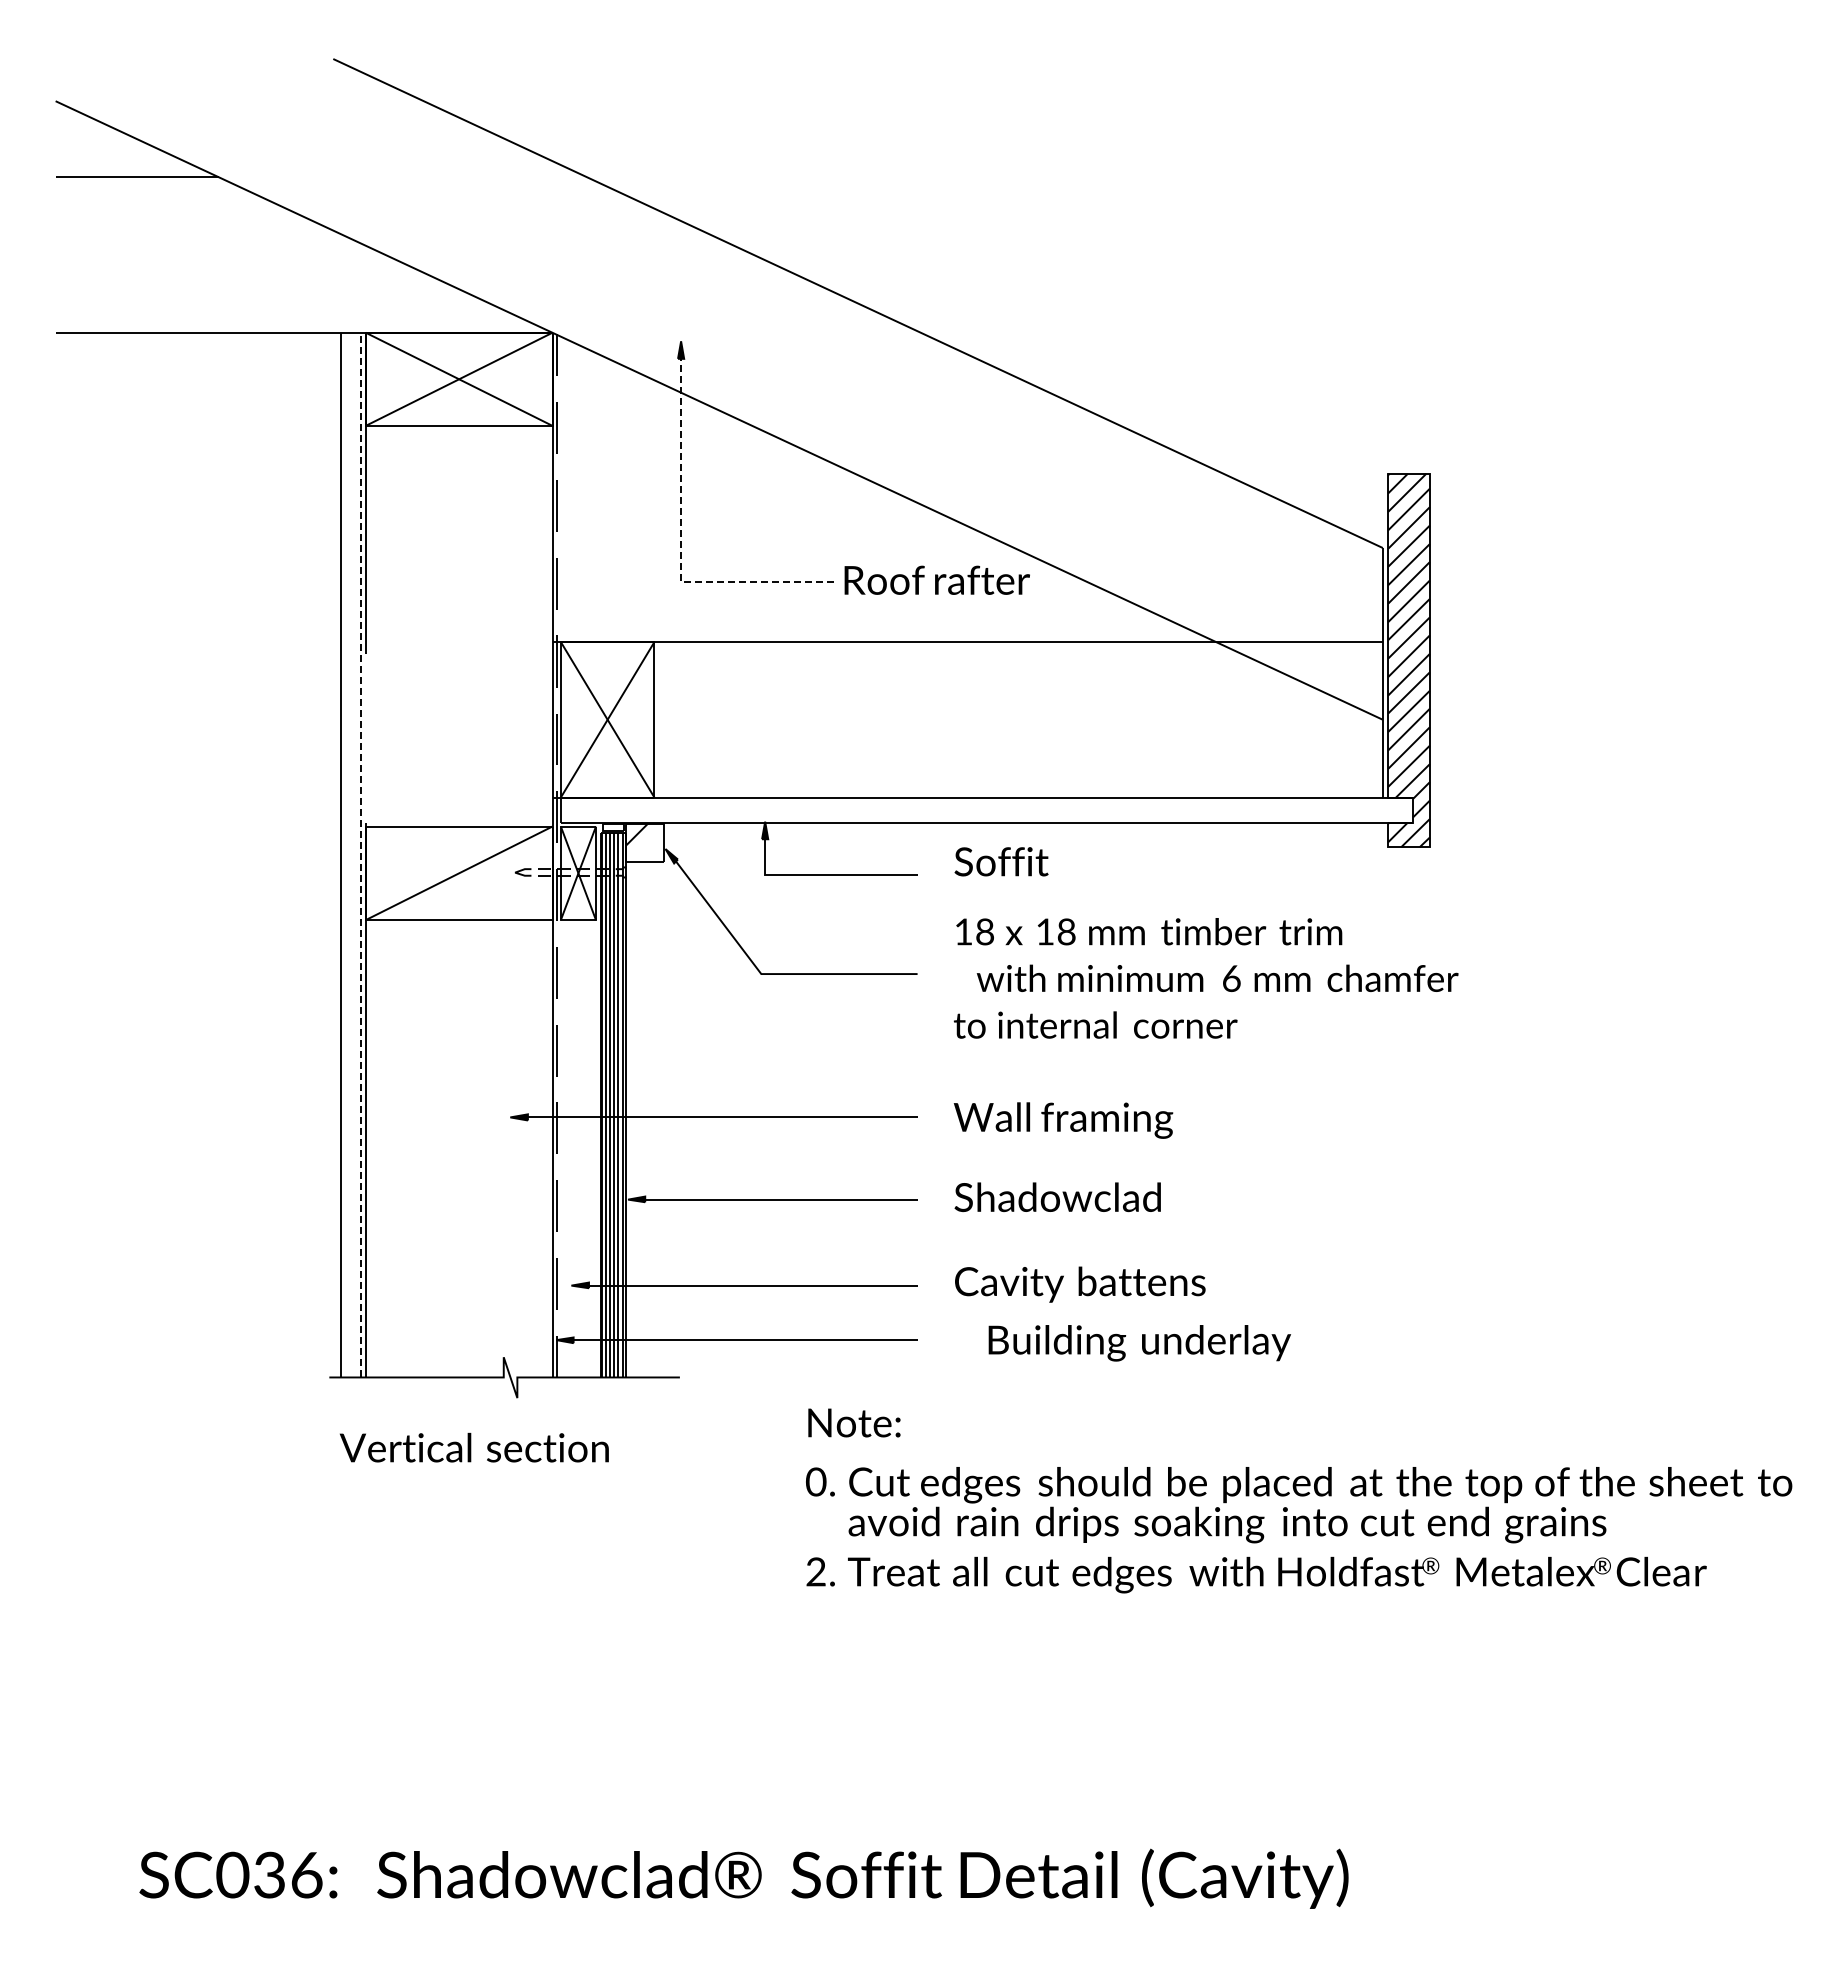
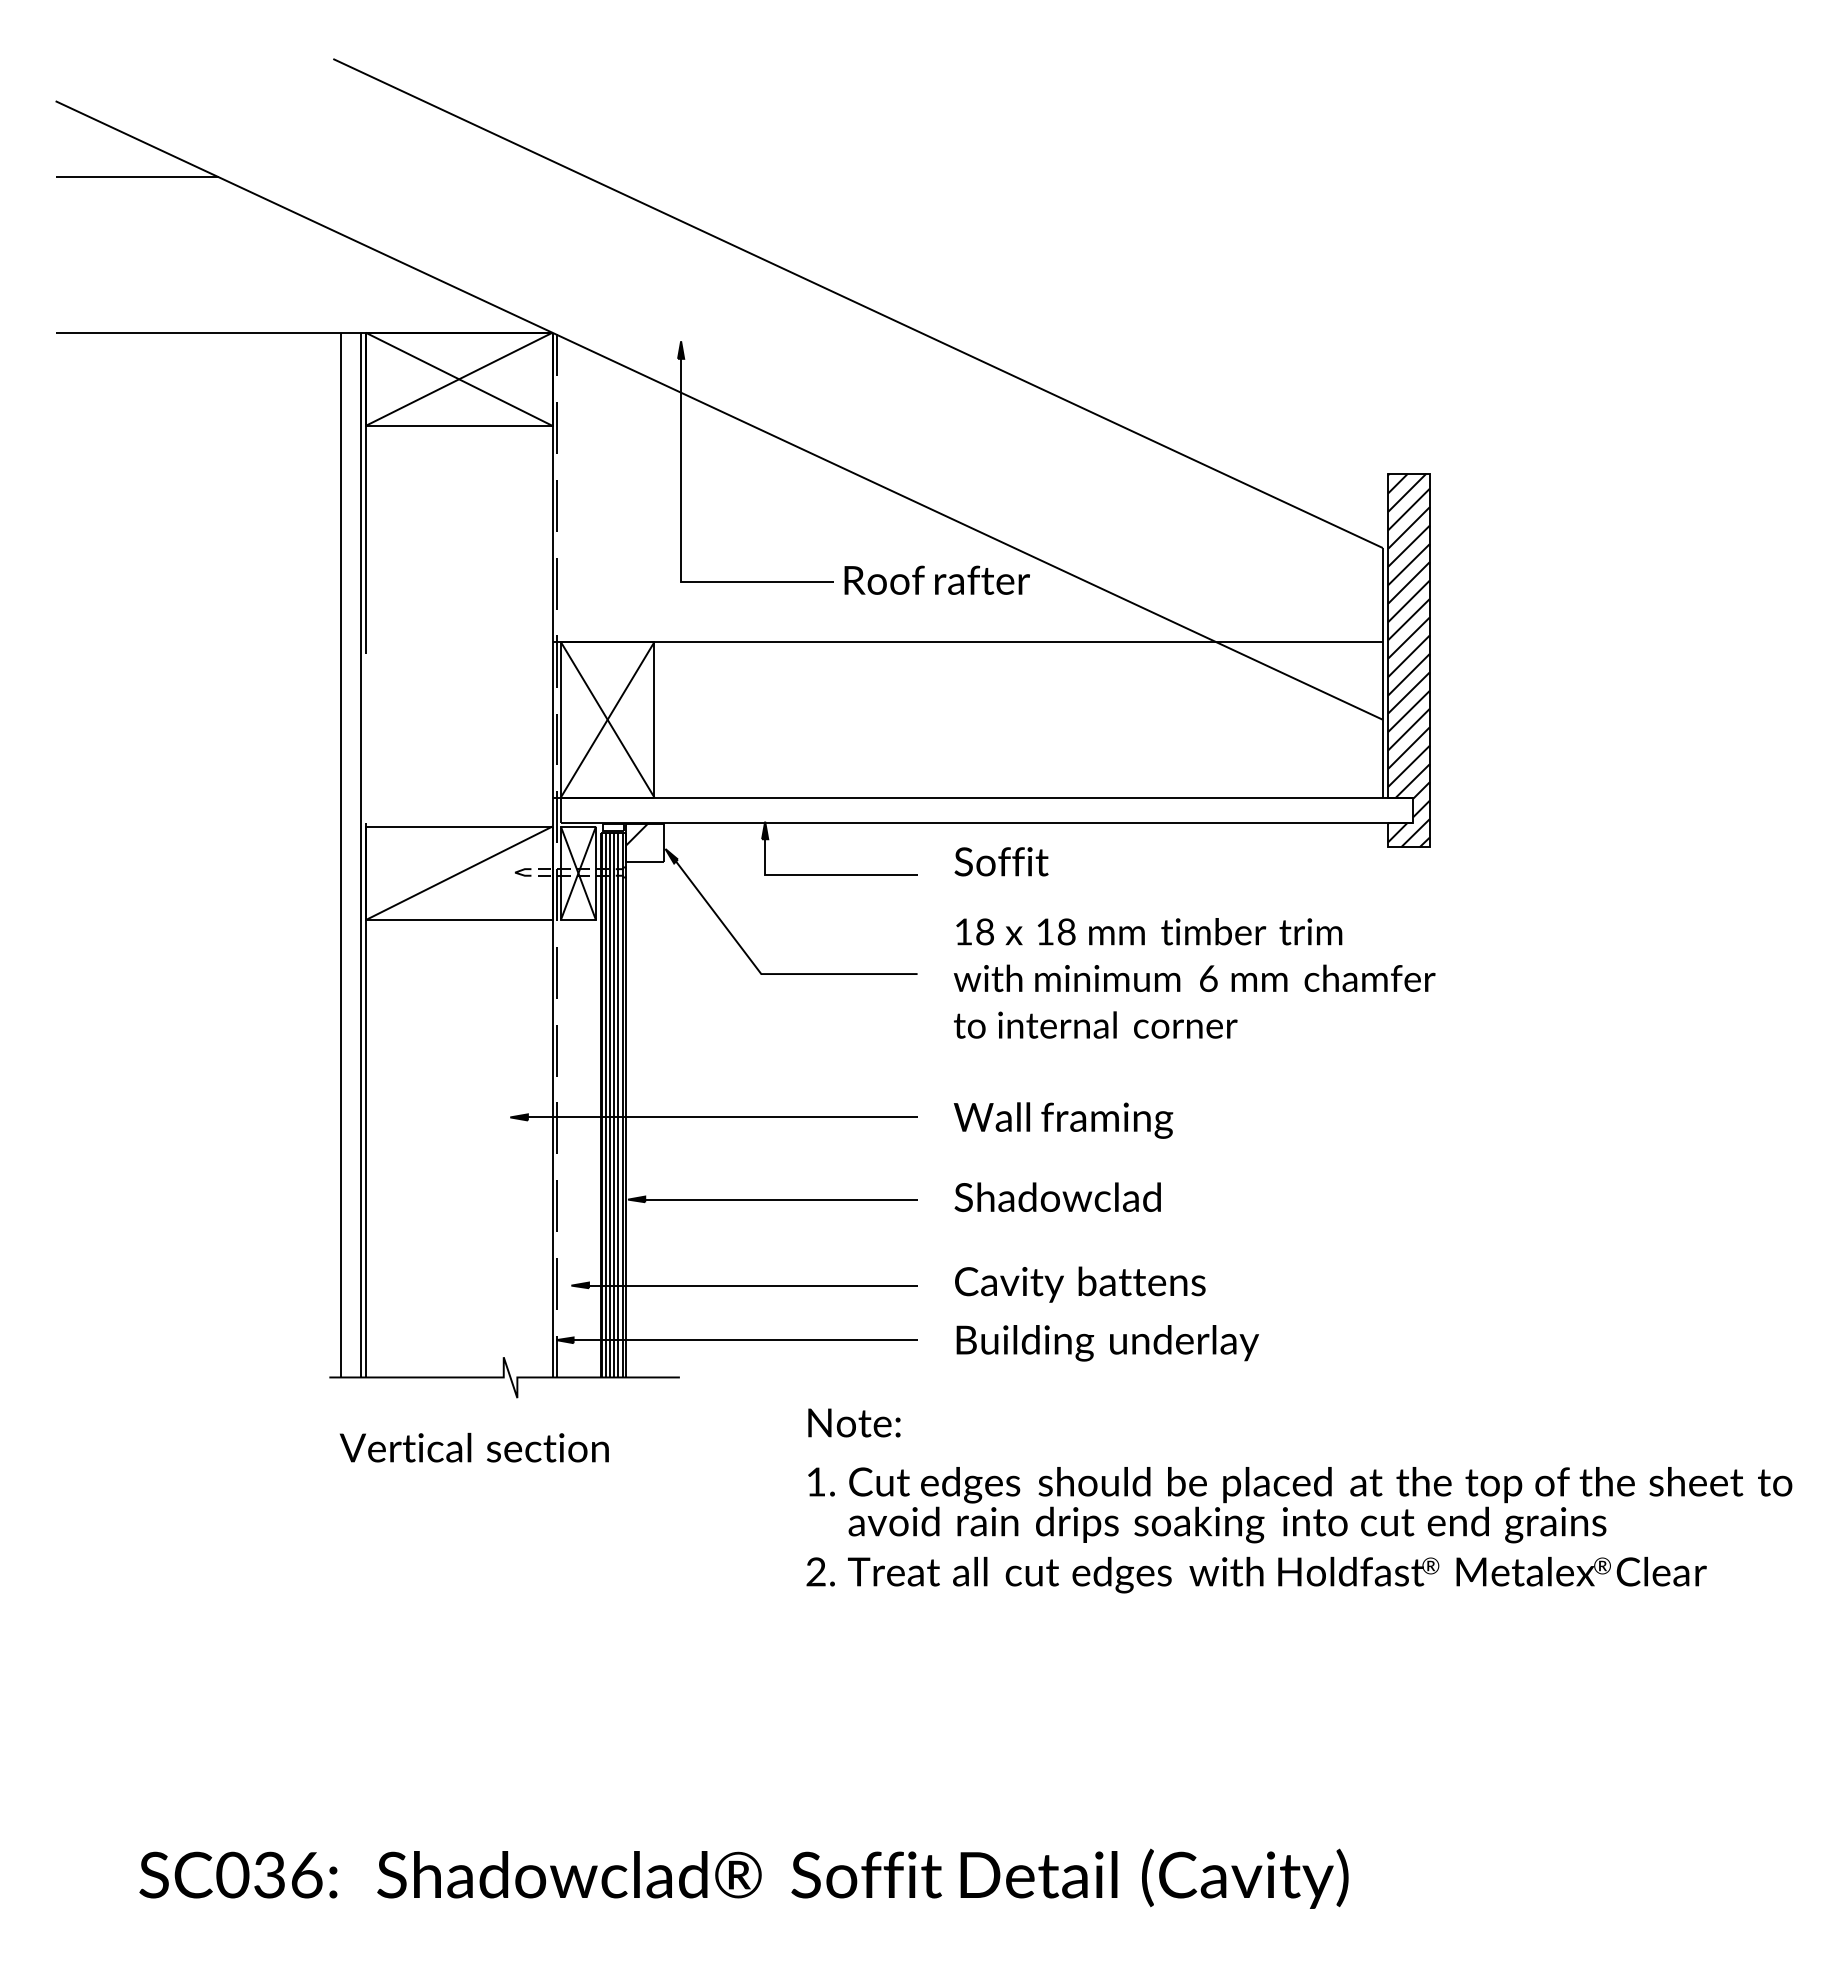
line at (681, 547): dashed -> solid
line at (361, 854): dashed -> solid
text at (1217, 977) position: (1217, 977) -> (1194, 977)
text at (1139, 1343) position: (1139, 1343) -> (1107, 1343)
text at (816, 1481): 0. -> 1.
